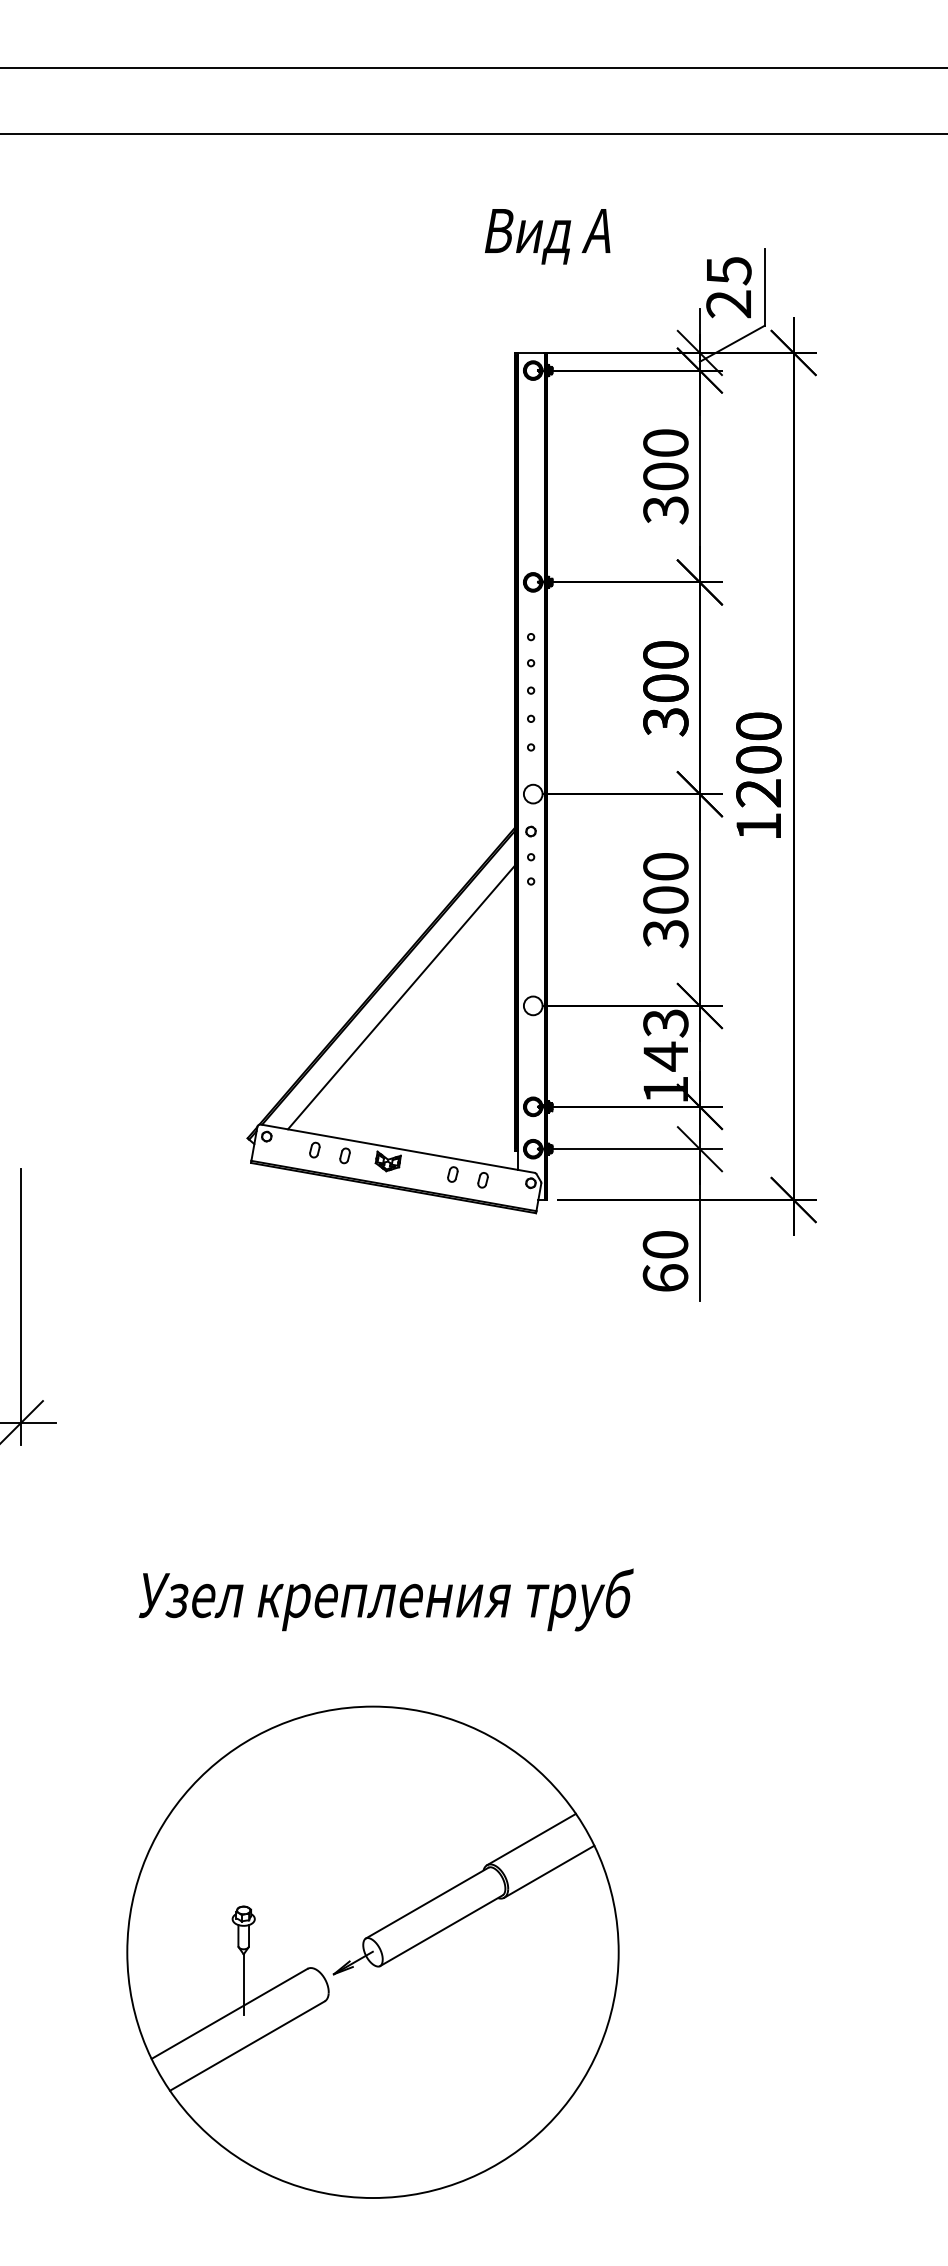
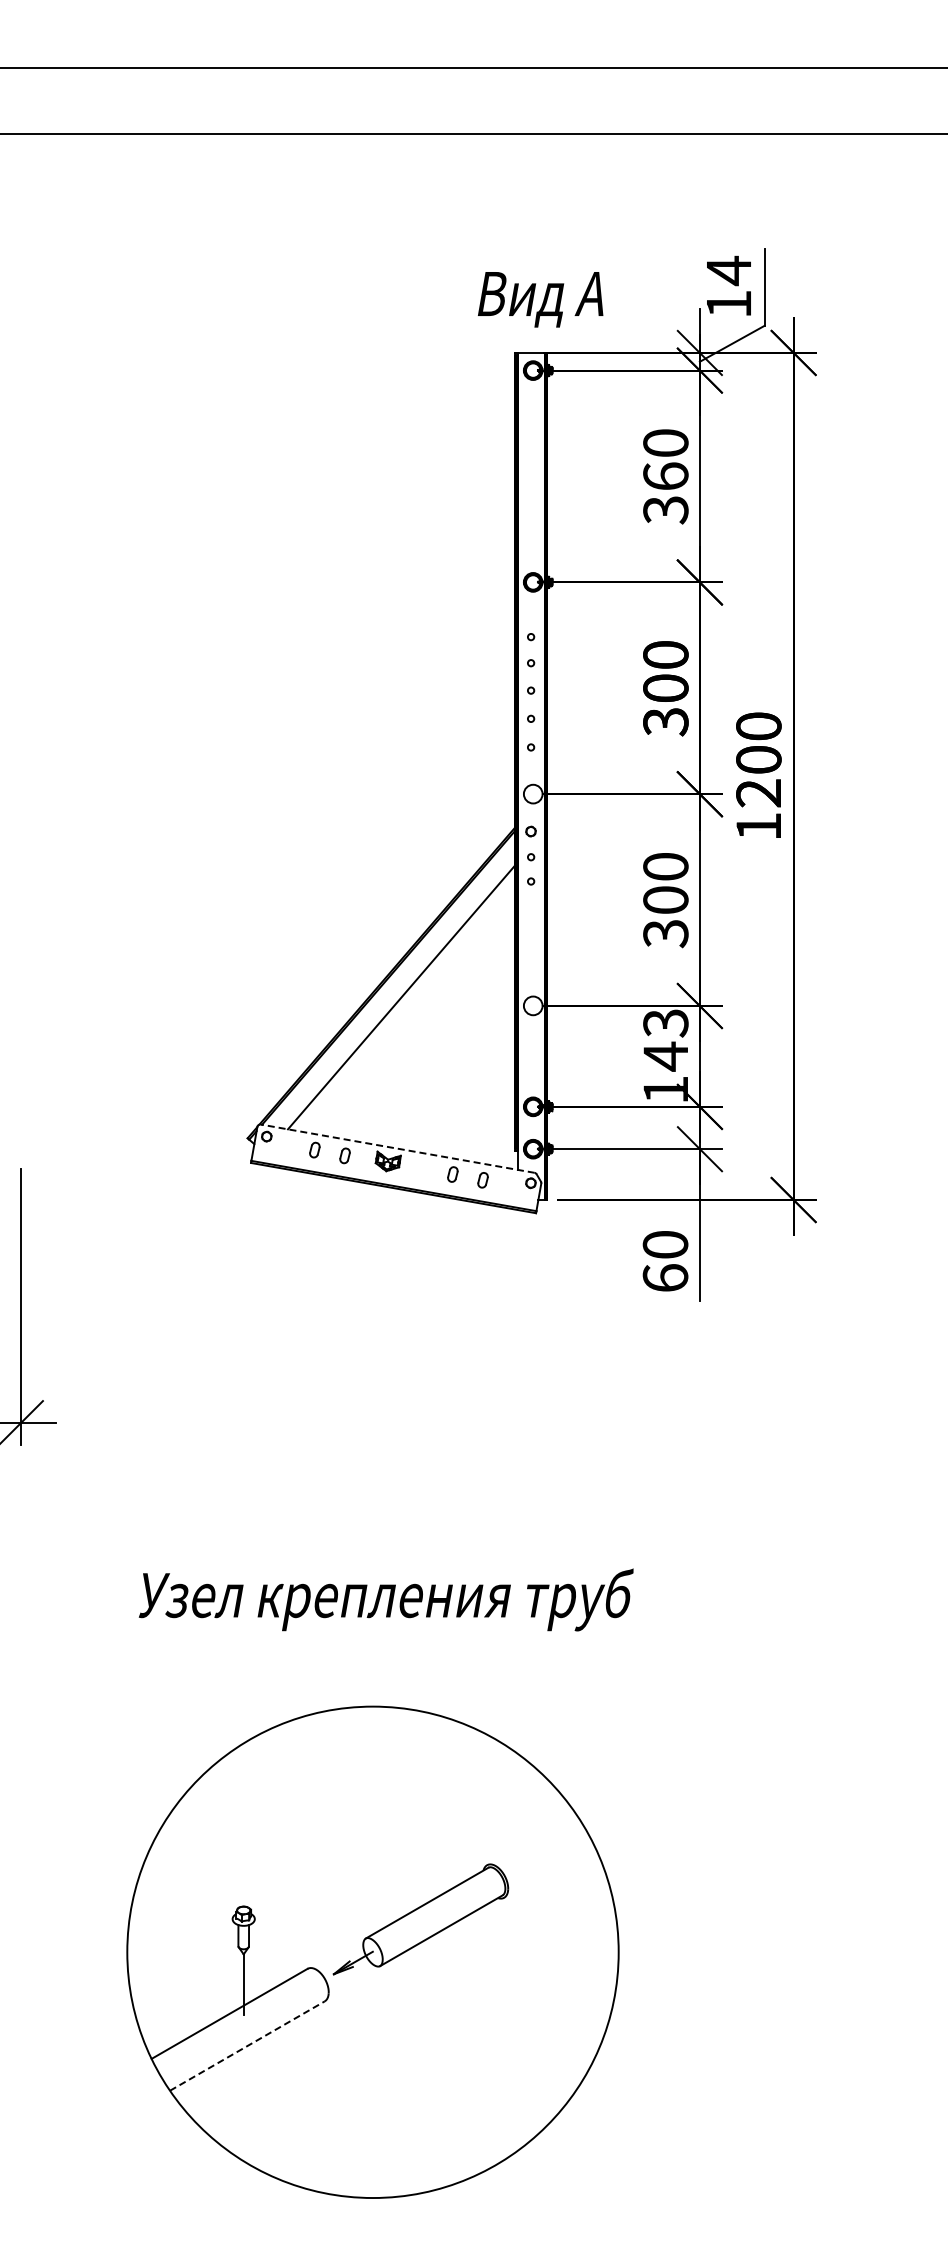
text at (547, 236) position: (547, 236) -> (540, 299)
text at (728, 286): 25 -> 14
text at (665, 476): 300 -> 360
line at (397, 1148): solid -> dashed
line at (531, 1839): present -> none
line at (549, 1871): present -> none
line at (247, 2045): solid -> dashed
